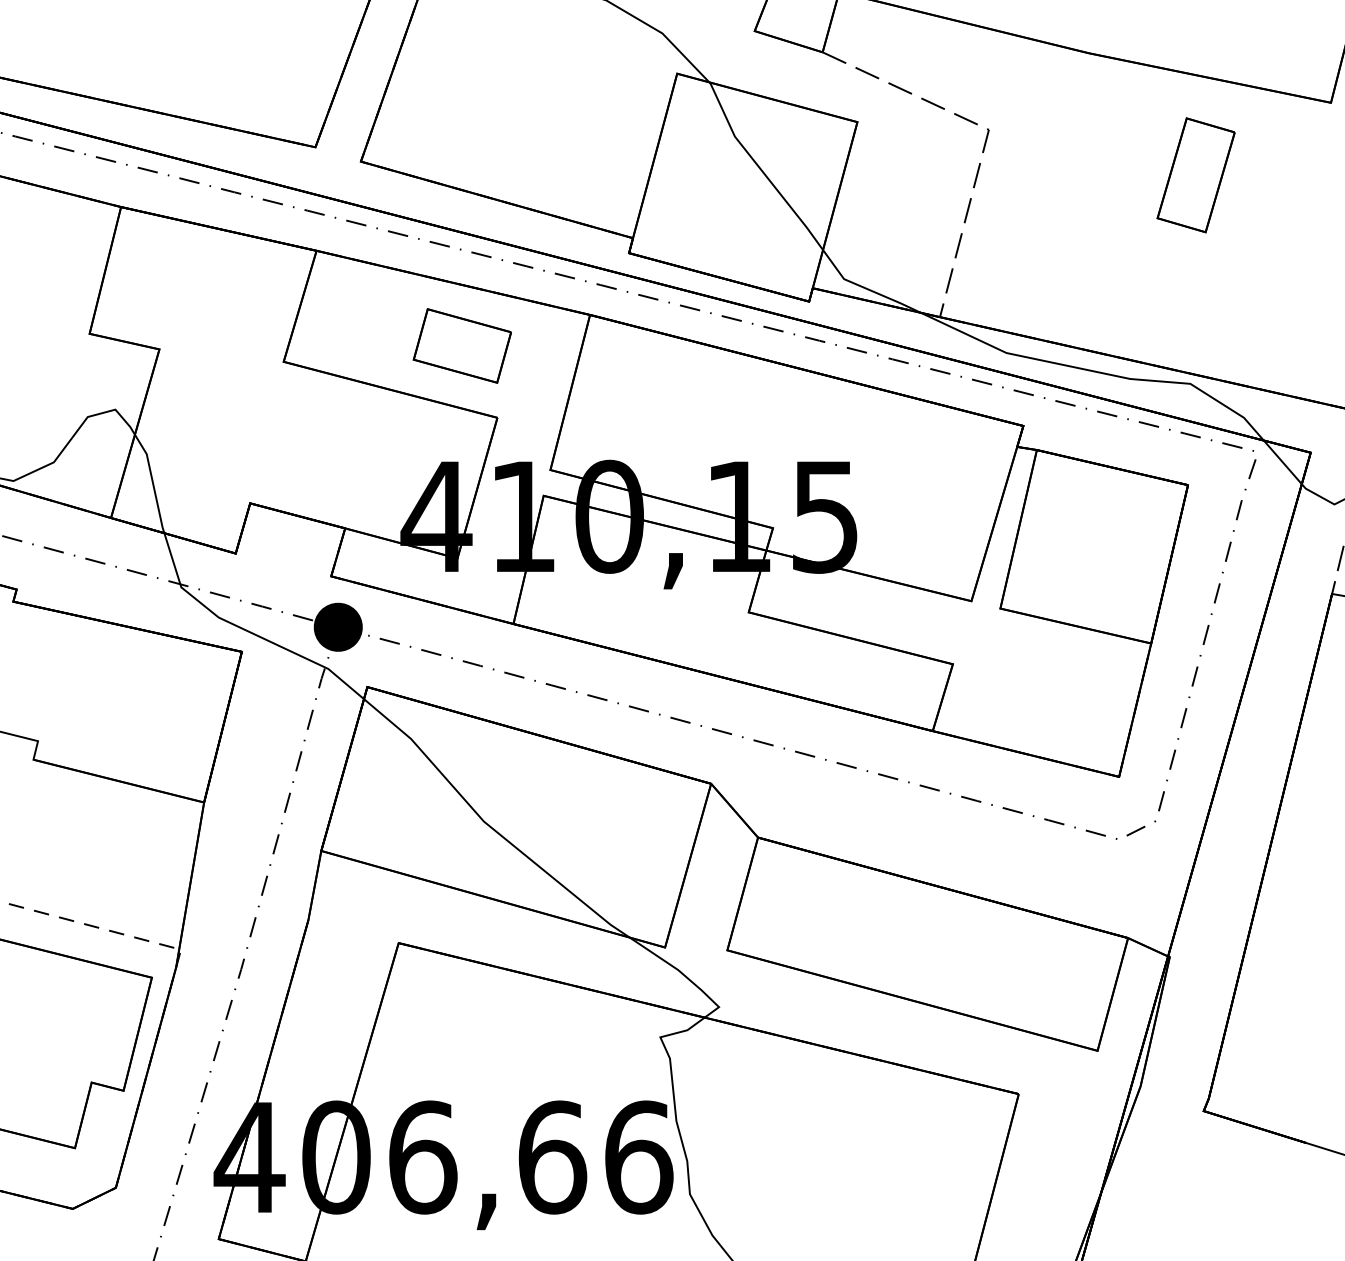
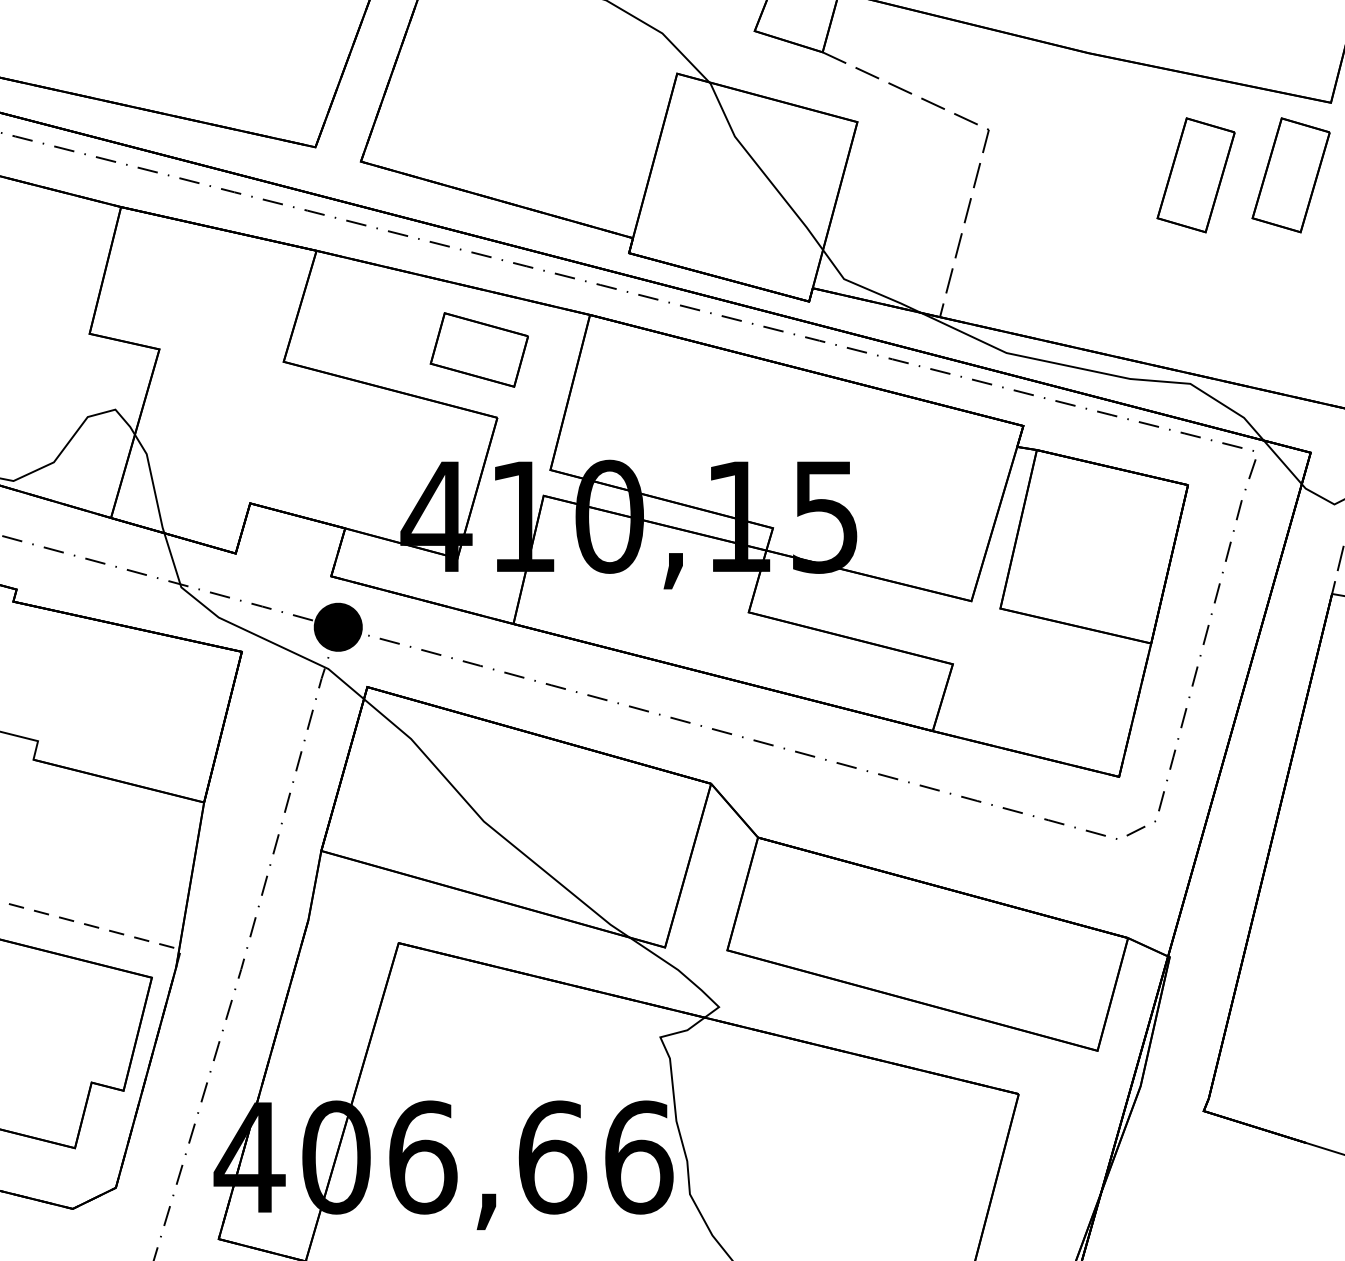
part at (1290, 175): none -> present
part at (461, 345) position: (461, 345) -> (478, 349)
